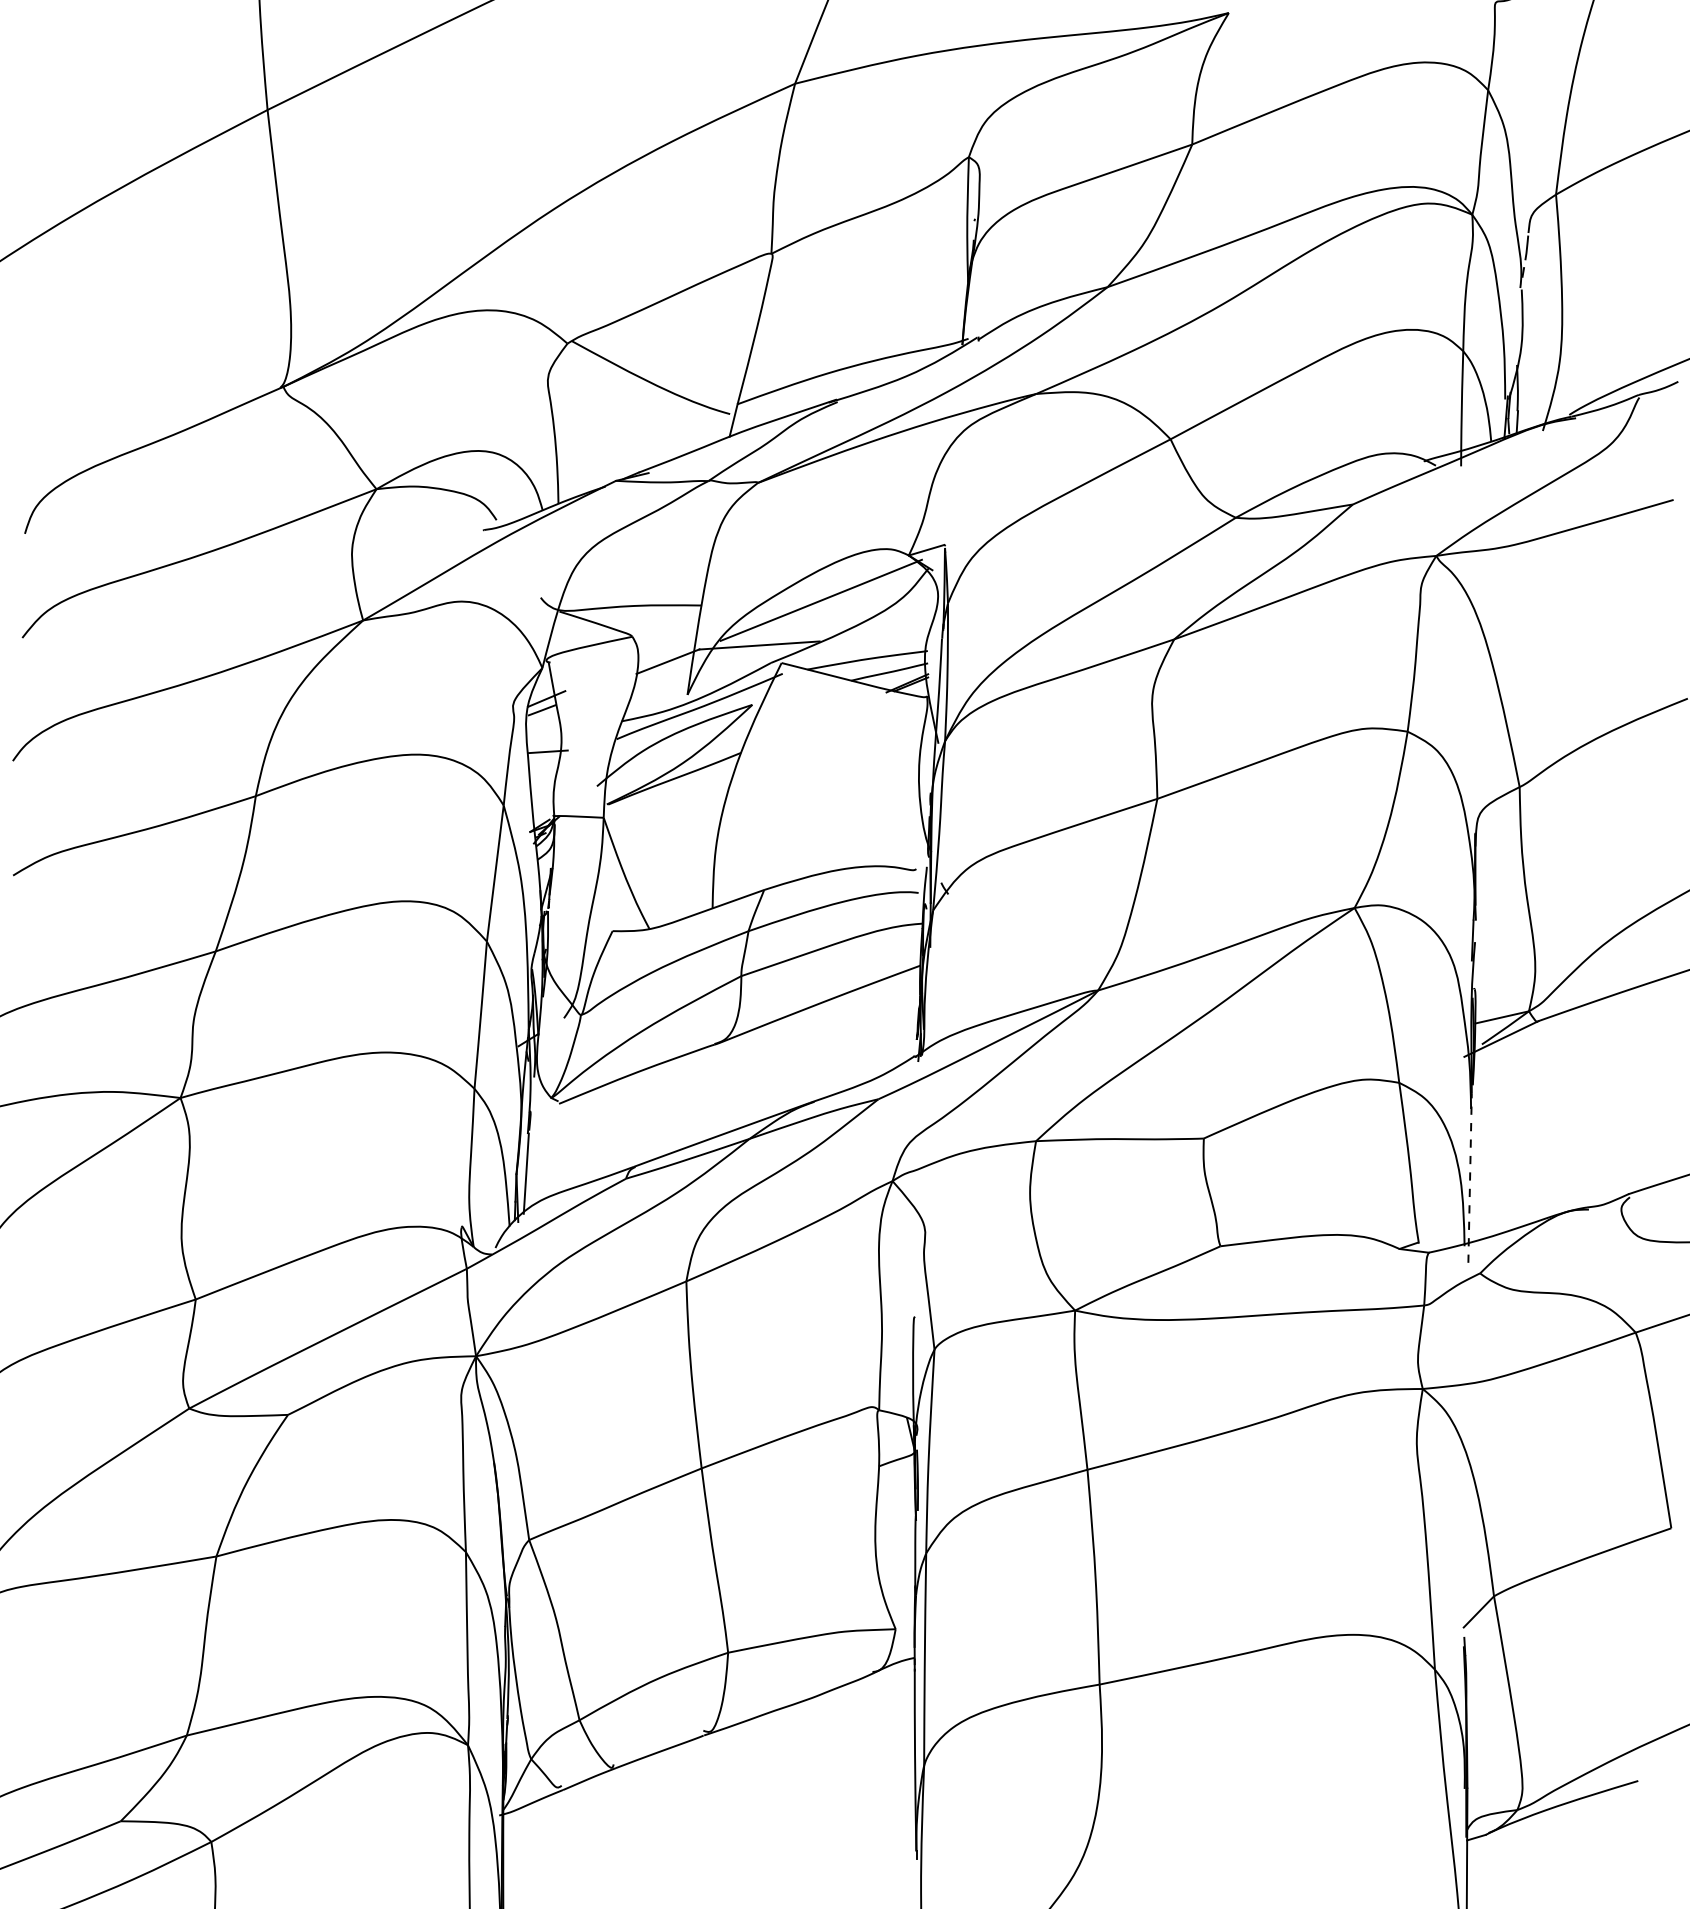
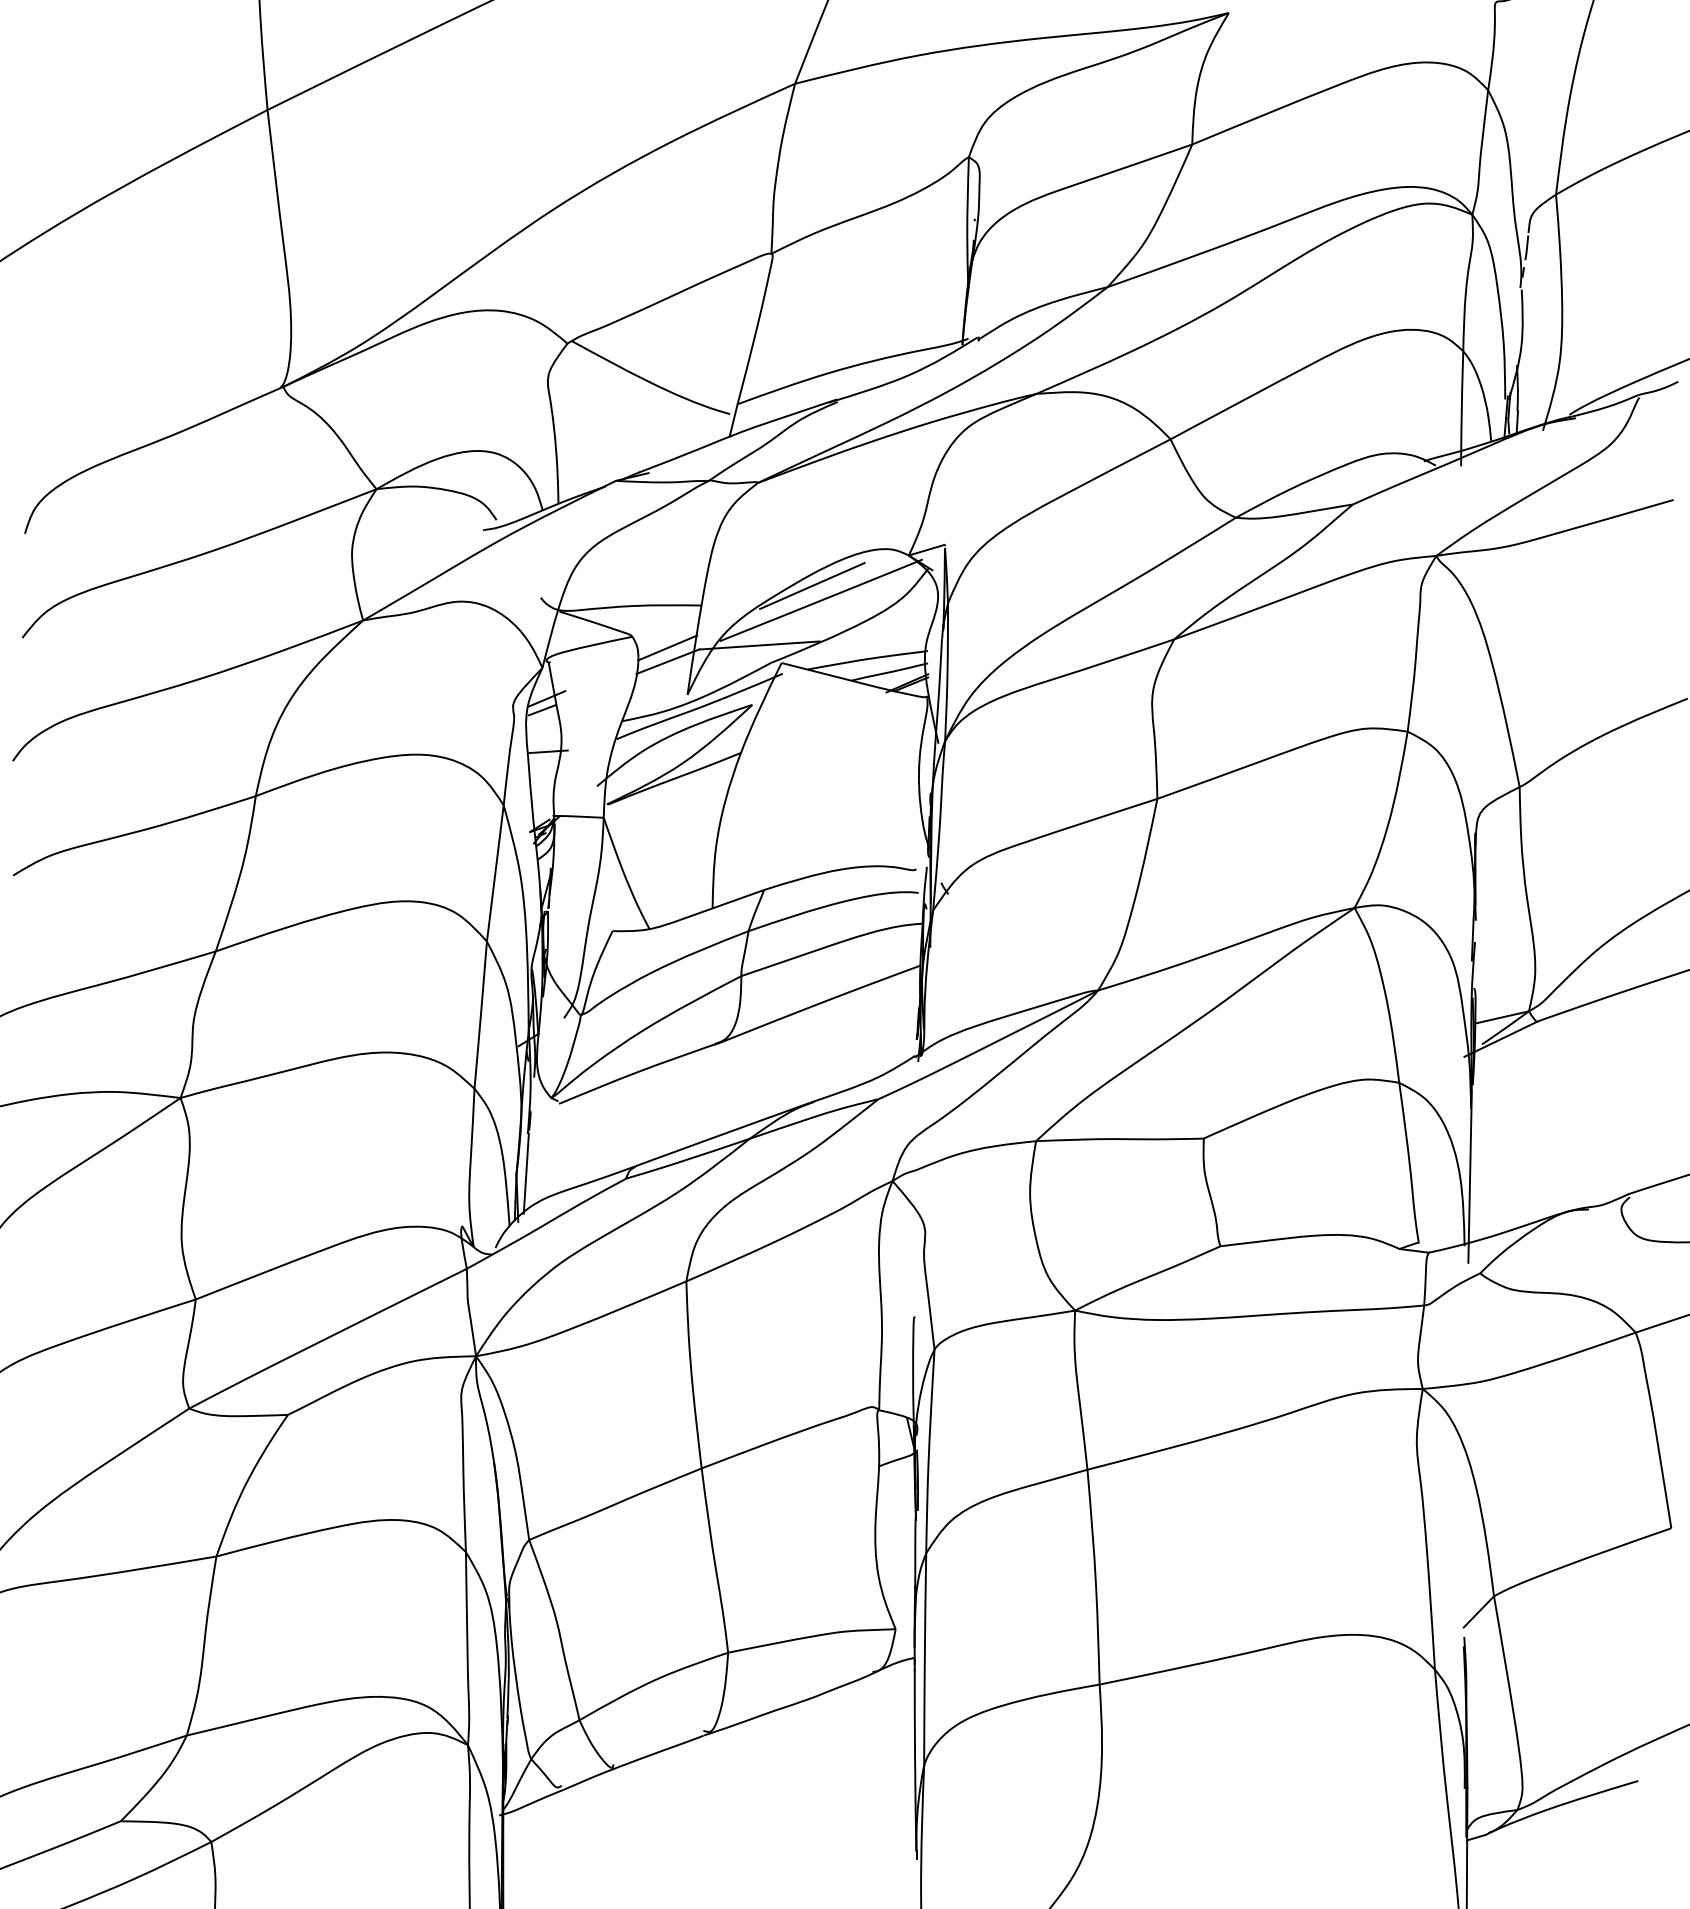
line at (812, 585): none -> present
line at (667, 647): none -> present
line at (1470, 1177): dashed -> solid
